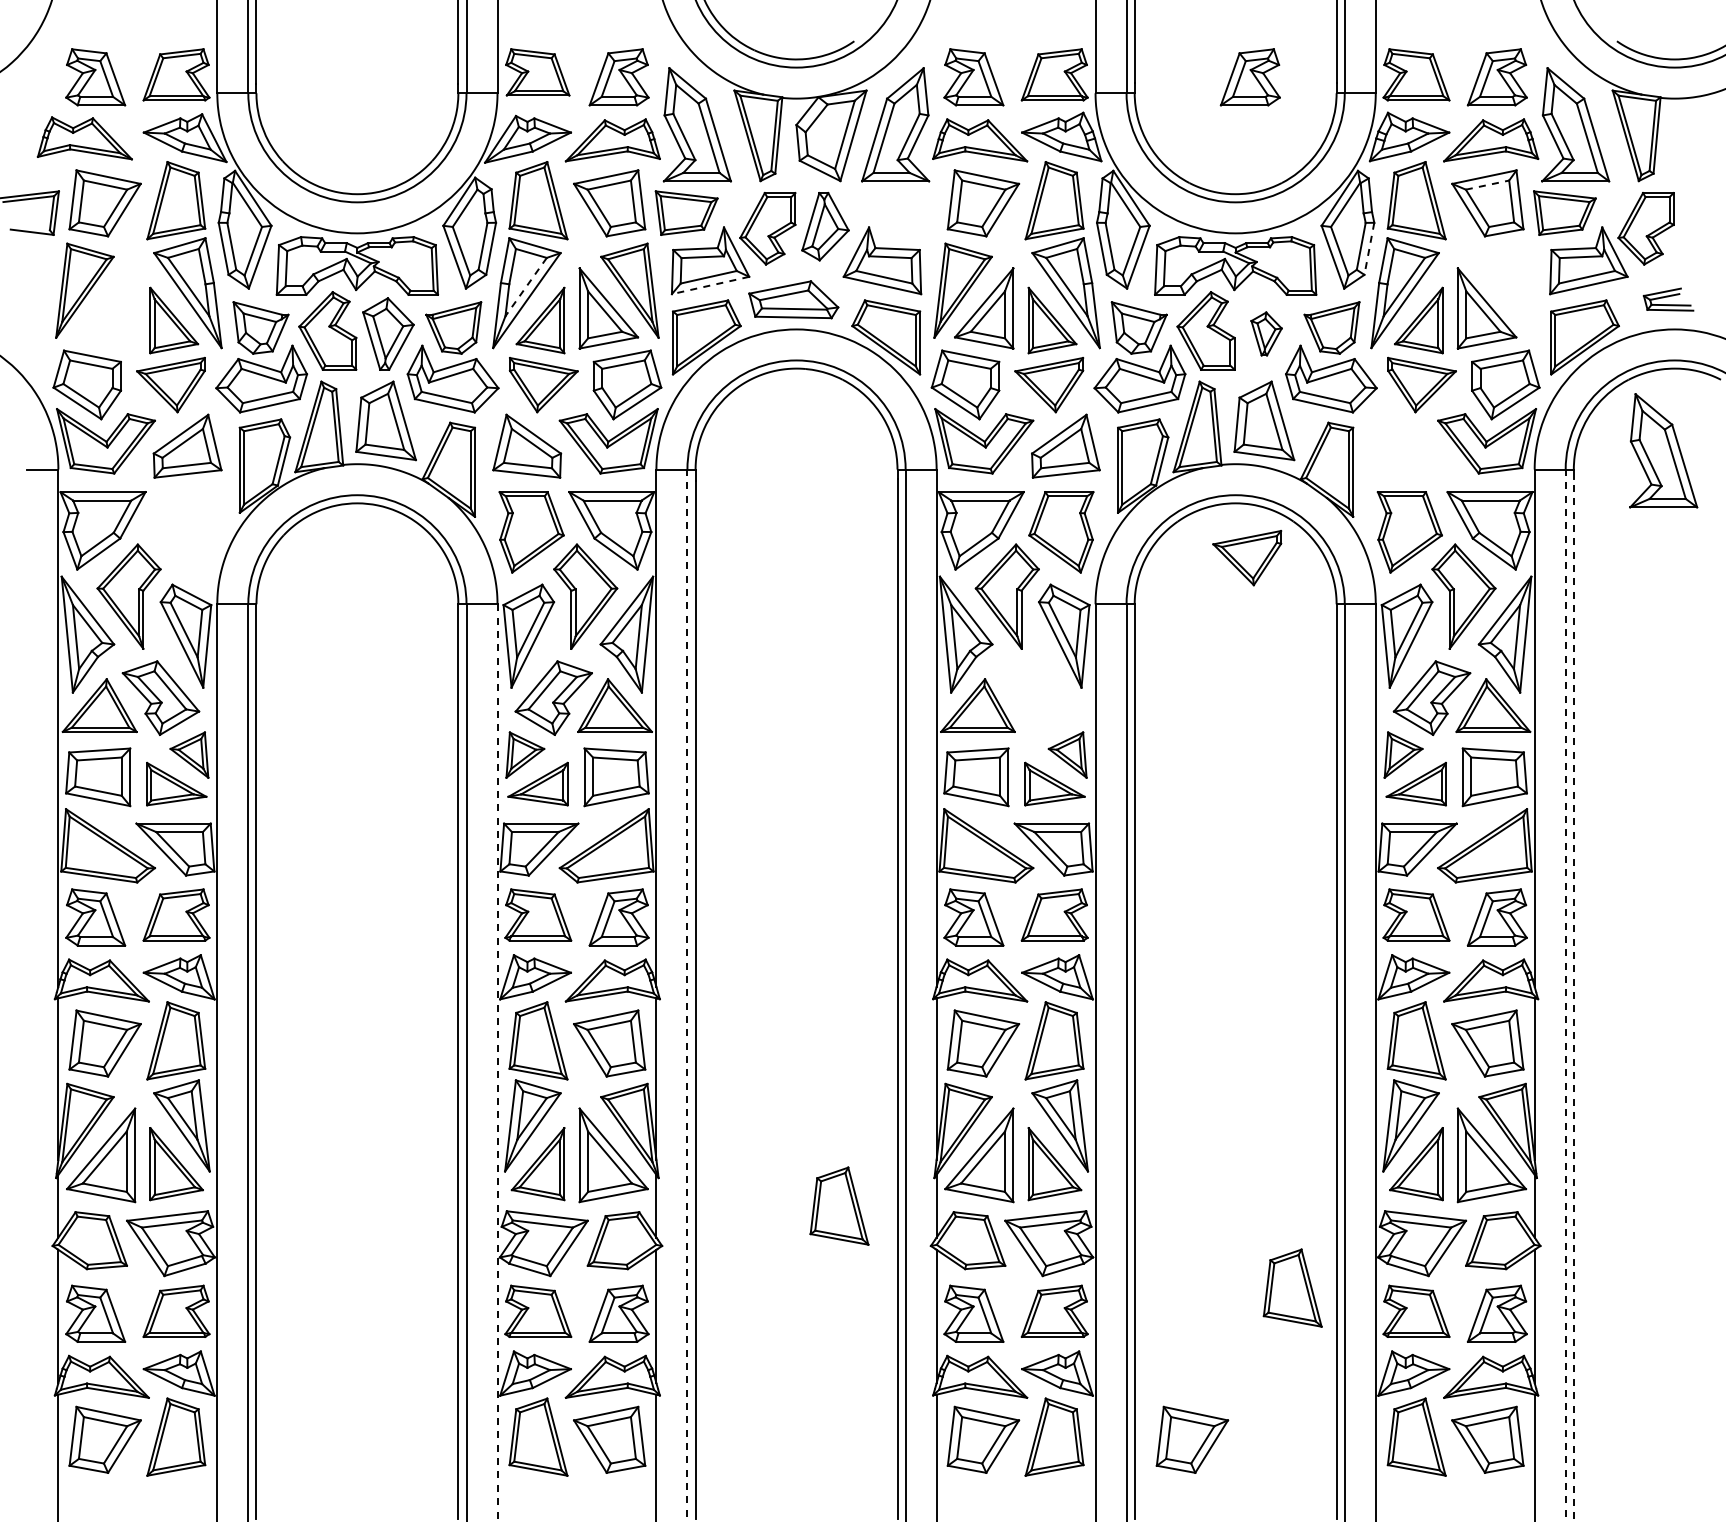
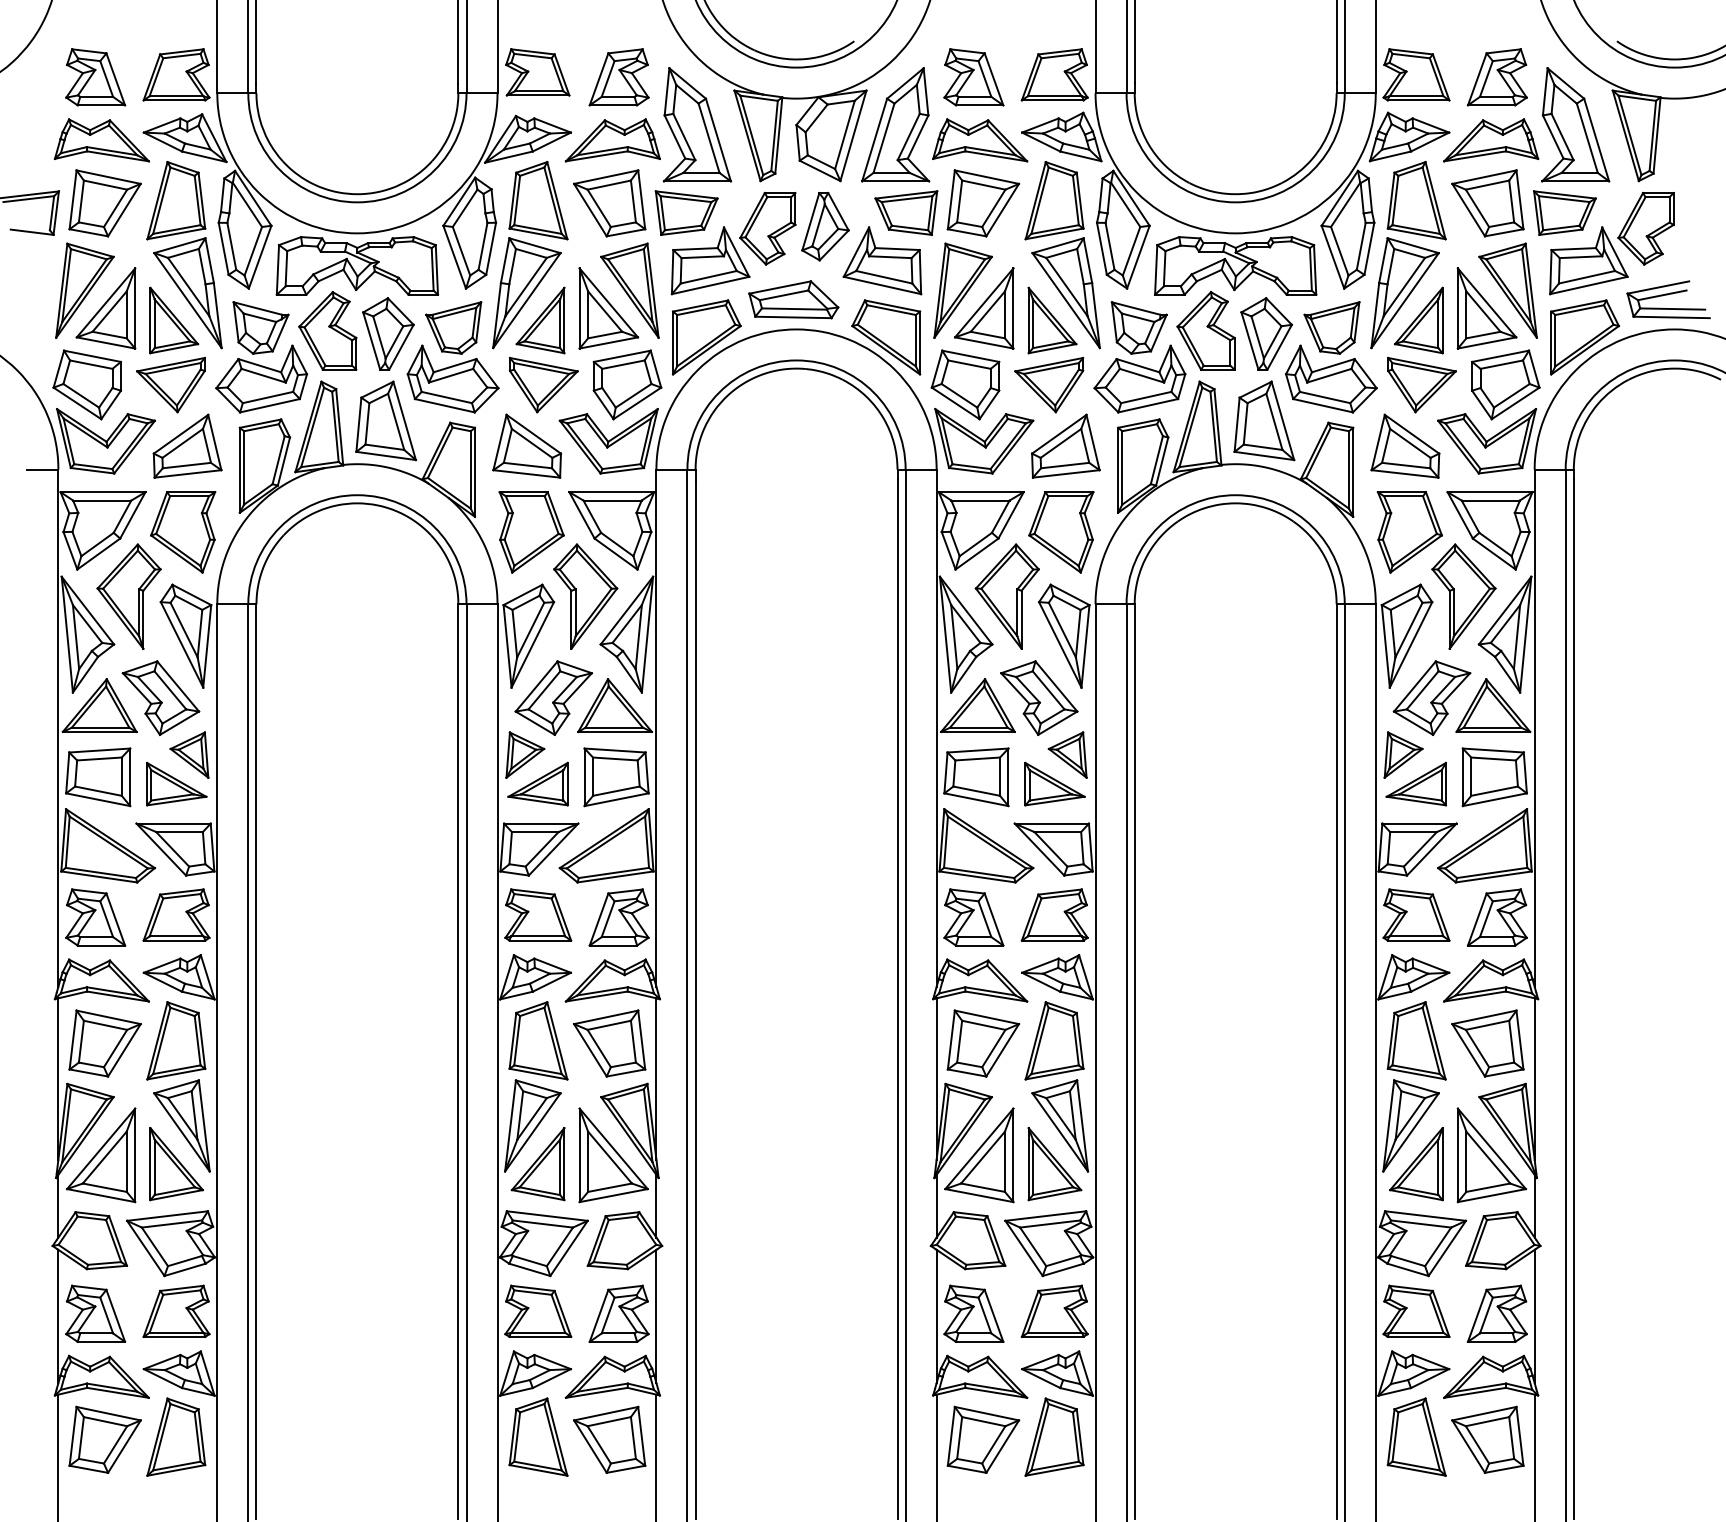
part at (1249, 77): present -> none
part at (84, 138) position: (84, 138) -> (101, 140)
line at (1488, 185): dashed -> solid
part at (906, 212): none -> present
line at (1369, 249): dashed -> solid
line at (710, 285): dashed -> solid
line at (526, 287): dashed -> solid
part at (1507, 290): none -> present
part at (1668, 299) size: 53x25 px -> 85x39 px
part at (105, 308): none -> present
part at (1266, 333) size: 33x46 px -> 53x74 px
part at (1405, 445): none -> present
part at (1663, 450): present -> none
part at (183, 532): none -> present
part at (1247, 558): present -> none
part at (1039, 697): none -> present
line at (687, 995): dashed -> solid
line at (1565, 995): dashed -> solid
line at (1573, 999): dashed -> solid
line at (497, 1063): dashed -> solid
part at (839, 1205): present -> none
part at (1292, 1287): present -> none
part at (1192, 1439): present -> none
